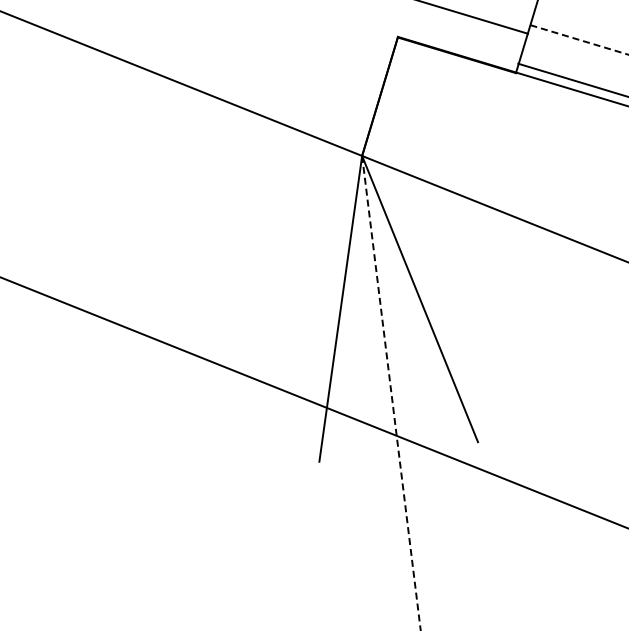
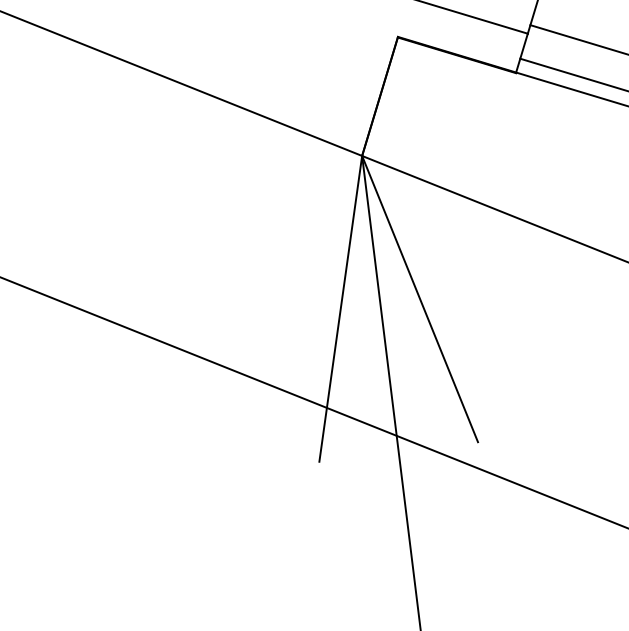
line at (580, 40): dashed -> solid
line at (571, 79) position: (571, 79) -> (572, 74)
line at (391, 393): dashed -> solid
